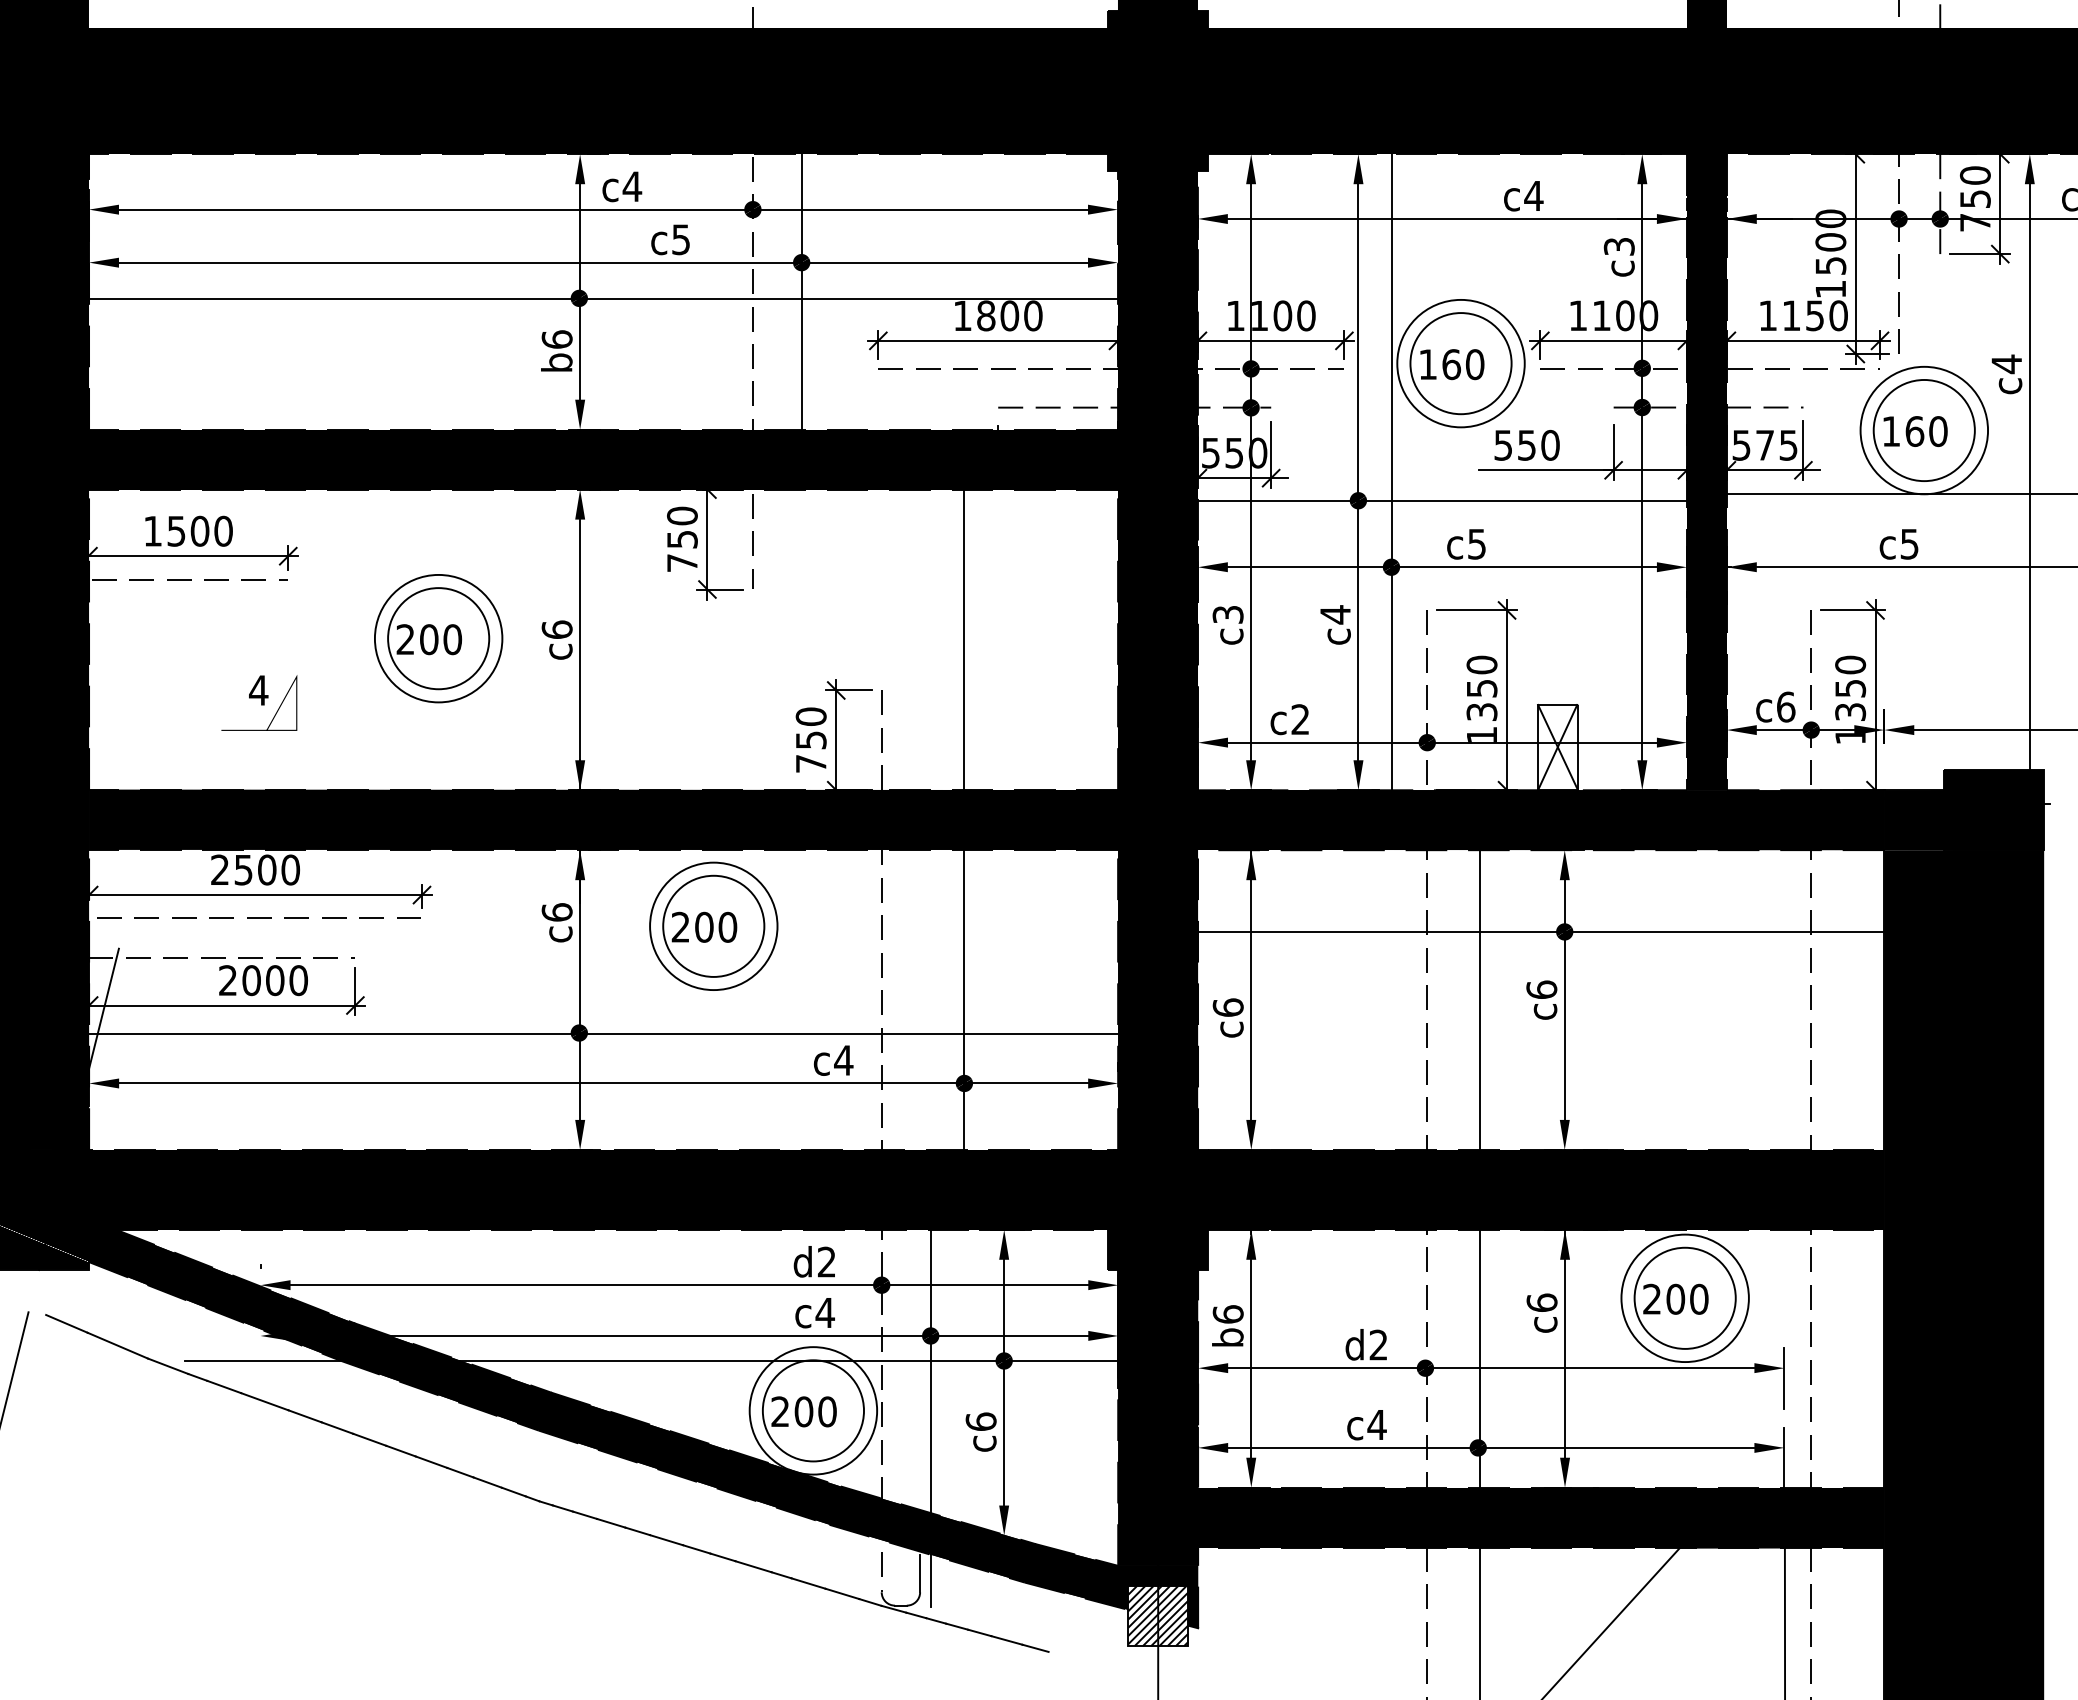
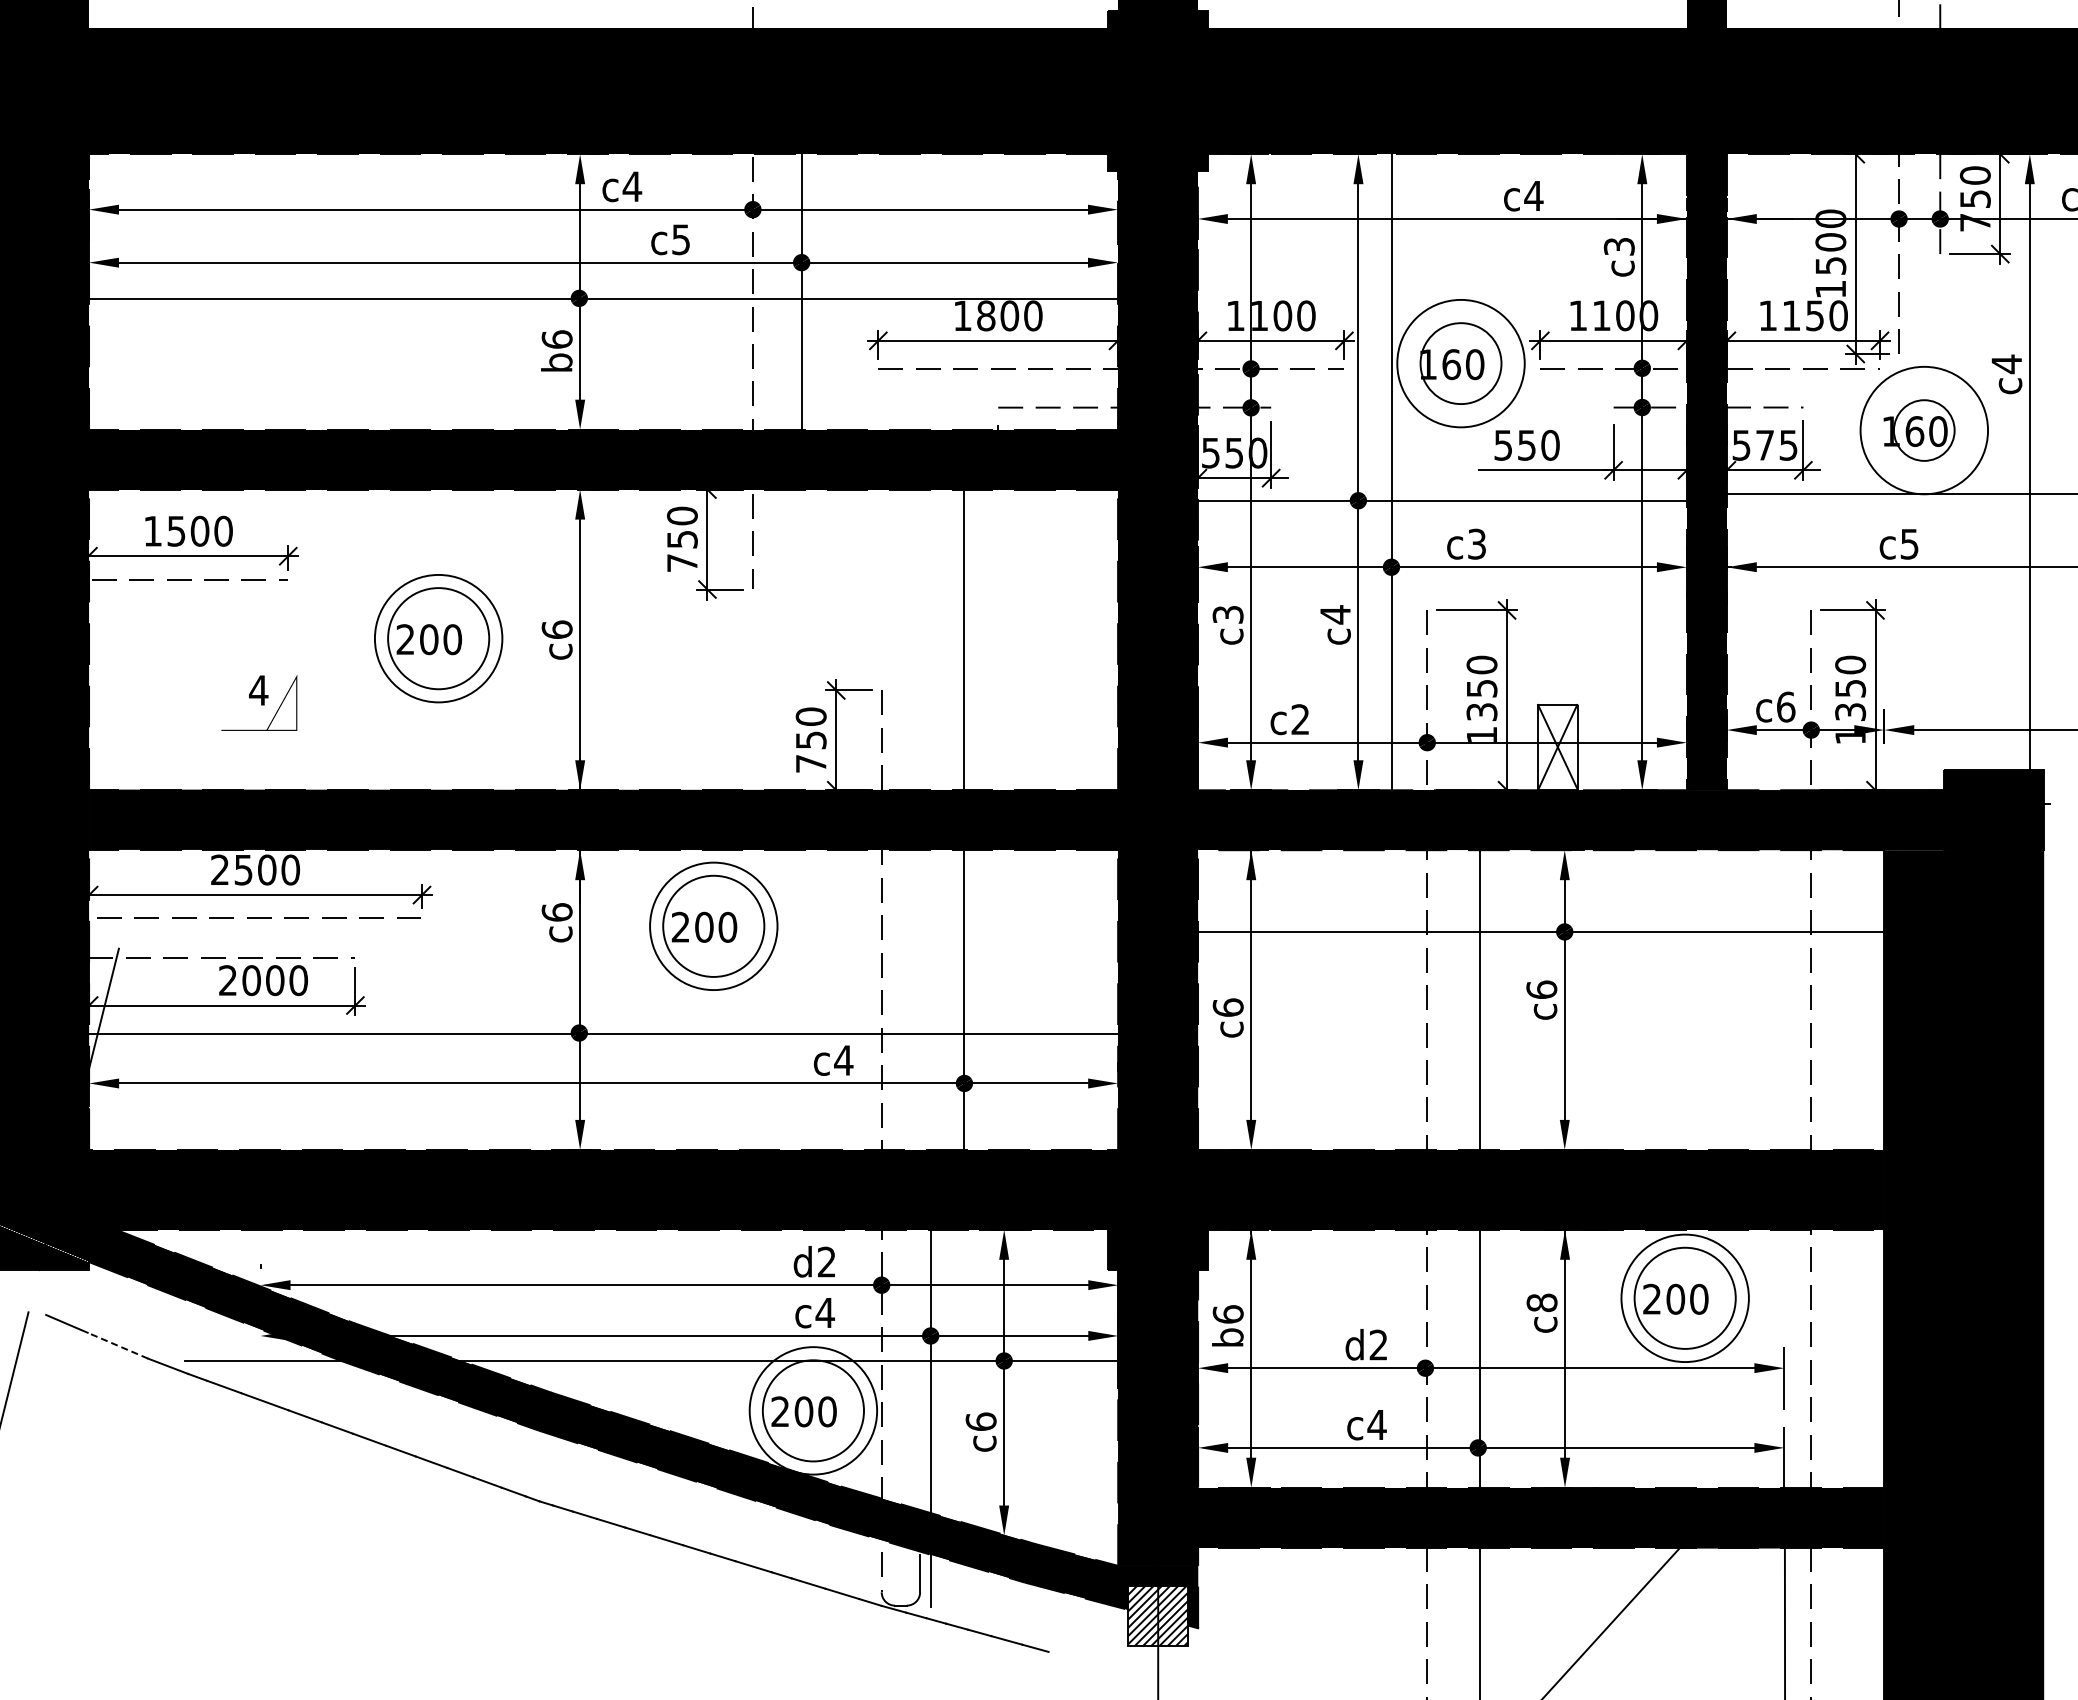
circle at (1460, 363) diameter: 101 px -> 81 px
circle at (1923, 430) diameter: 101 px -> 61 px
text at (1476, 543): c5 -> c3
text at (1541, 1302): c6 -> c8
line at (117, 1345): solid -> dashed
